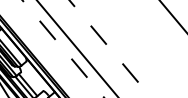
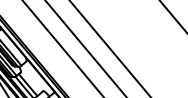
line at (62, 48): dashed -> solid
line at (77, 48) position: (77, 48) -> (85, 48)
line at (110, 49): dashed -> solid
